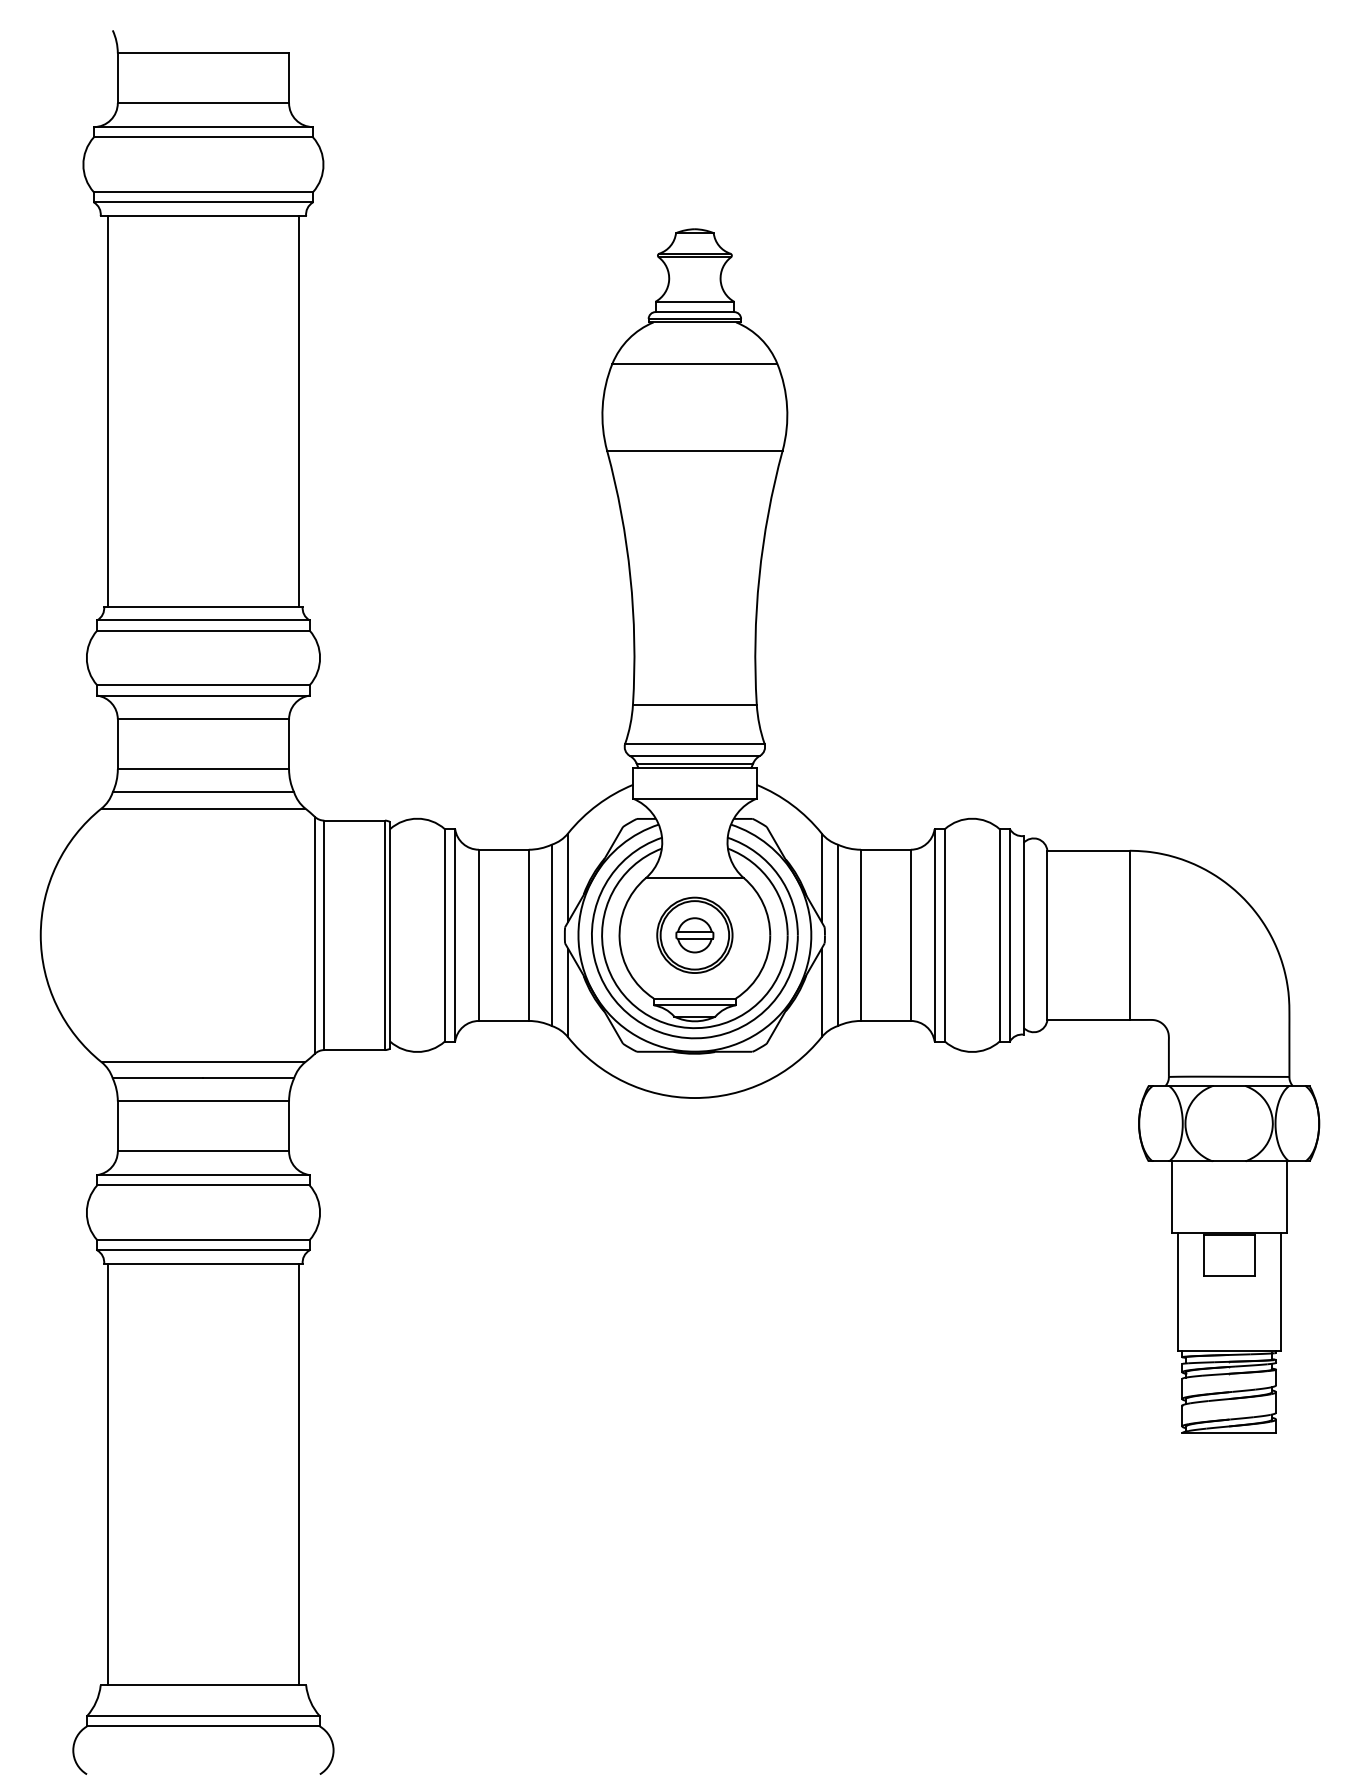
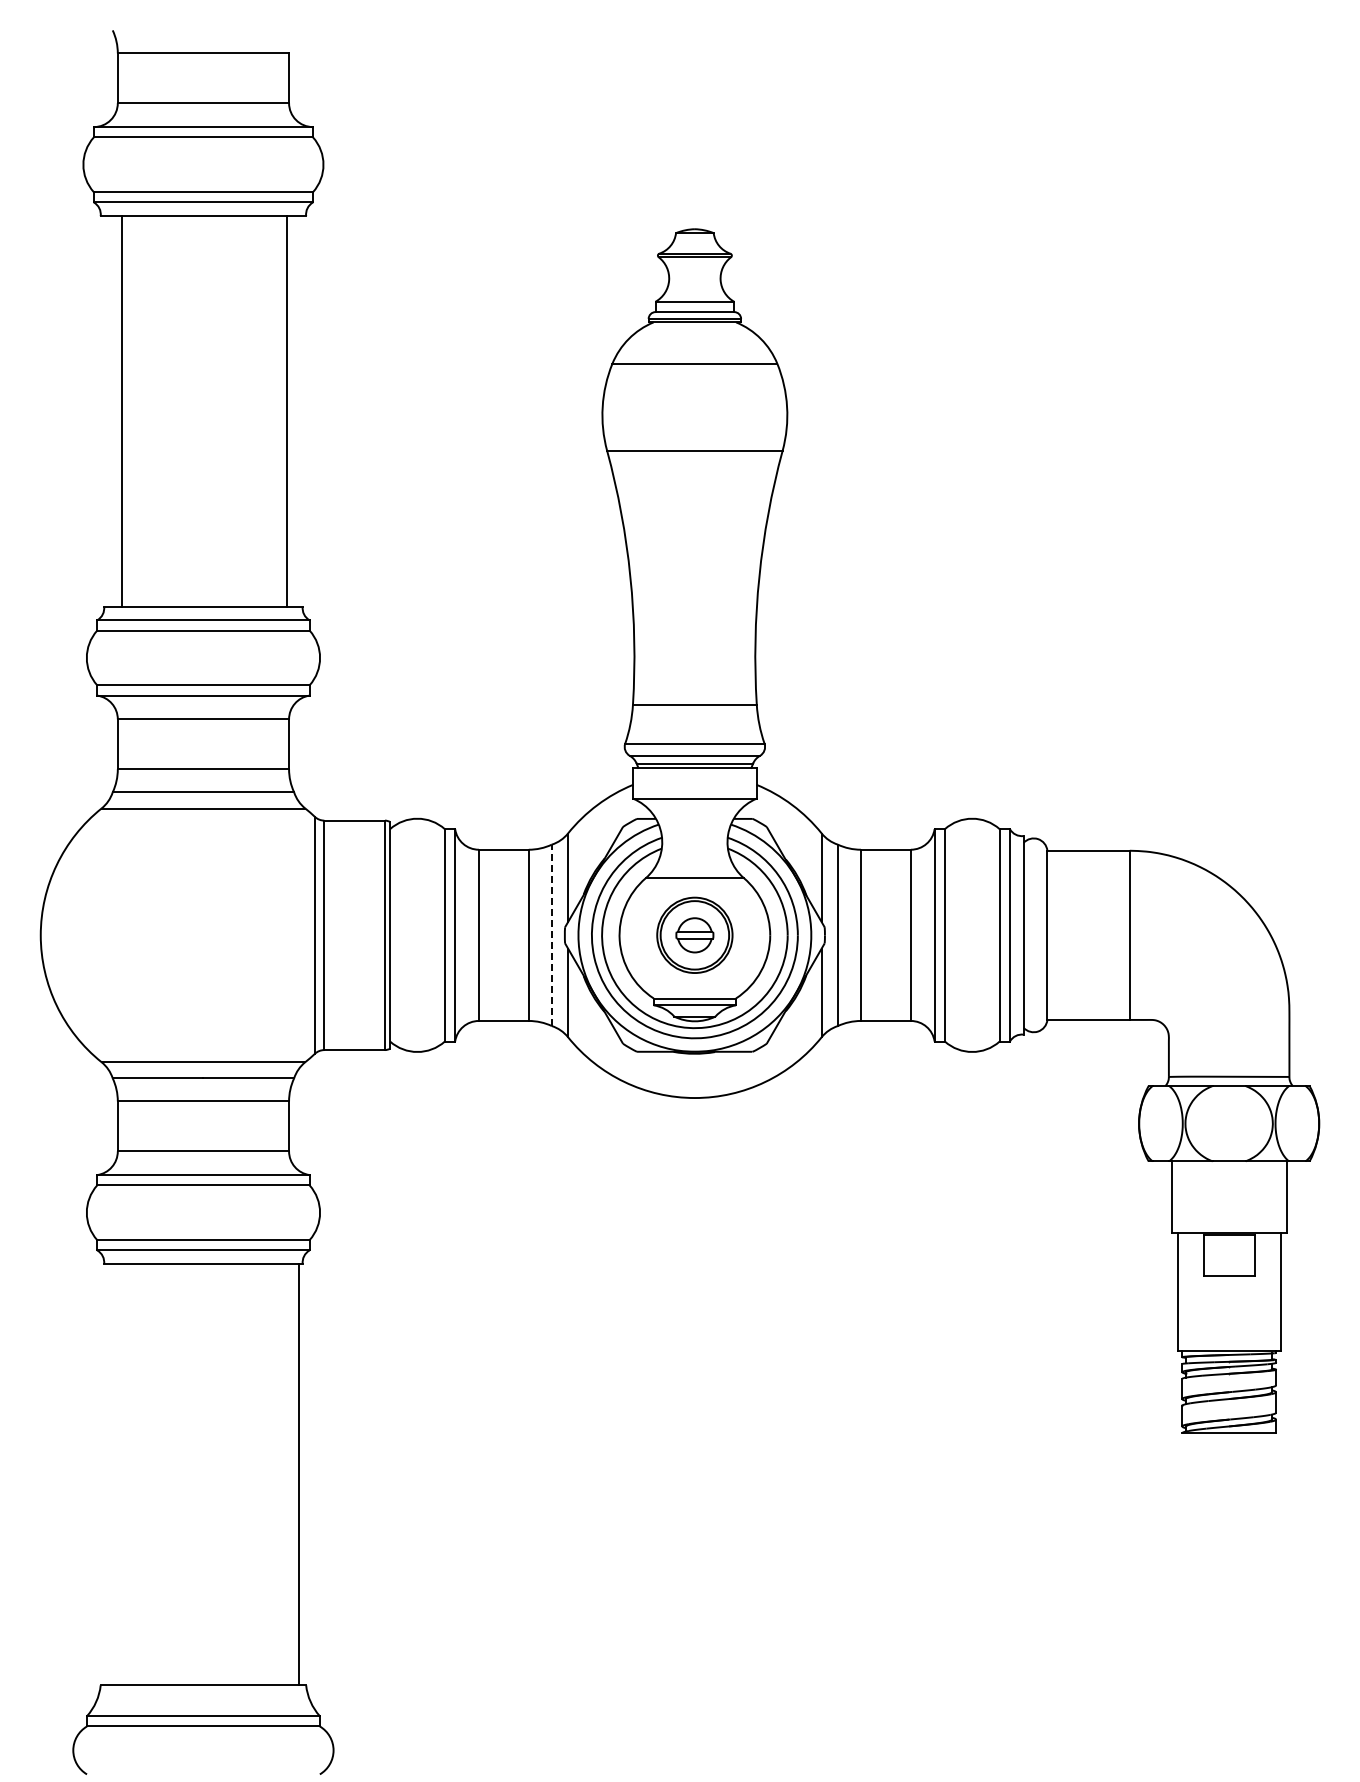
line at (107, 411) position: (107, 411) -> (121, 411)
line at (299, 411) position: (299, 411) -> (287, 411)
line at (551, 935): solid -> dashed
line at (107, 1474): present -> none
